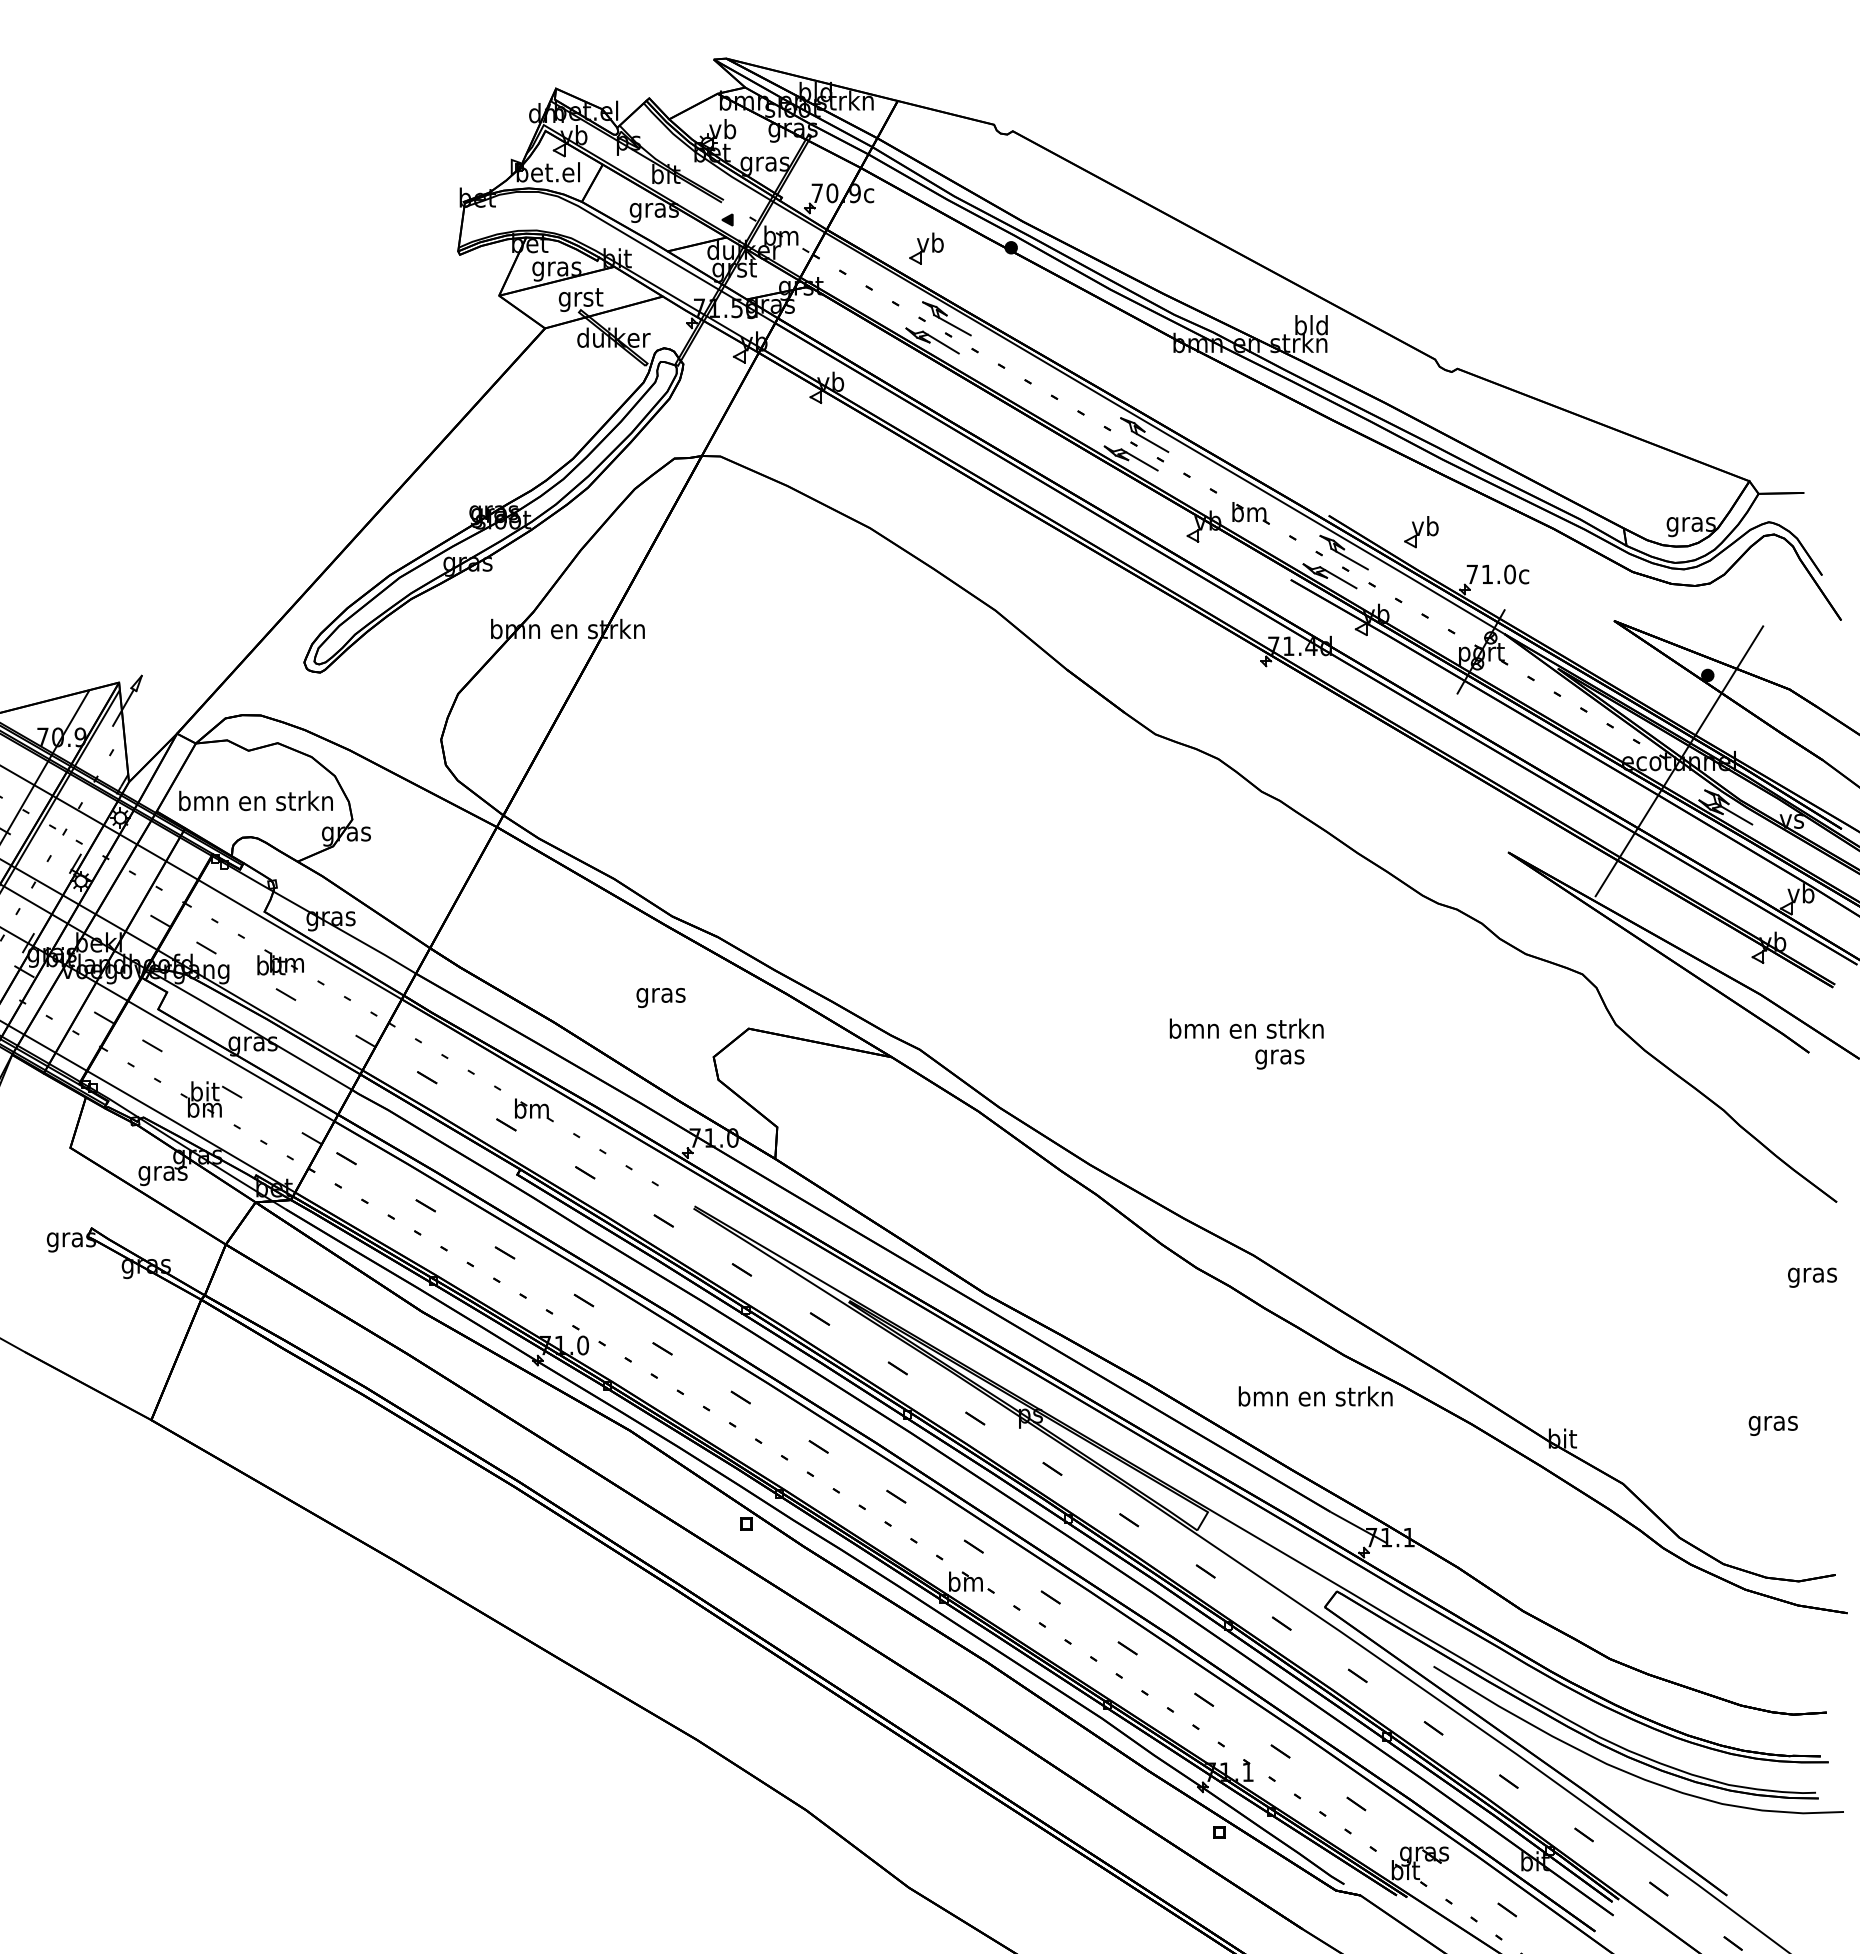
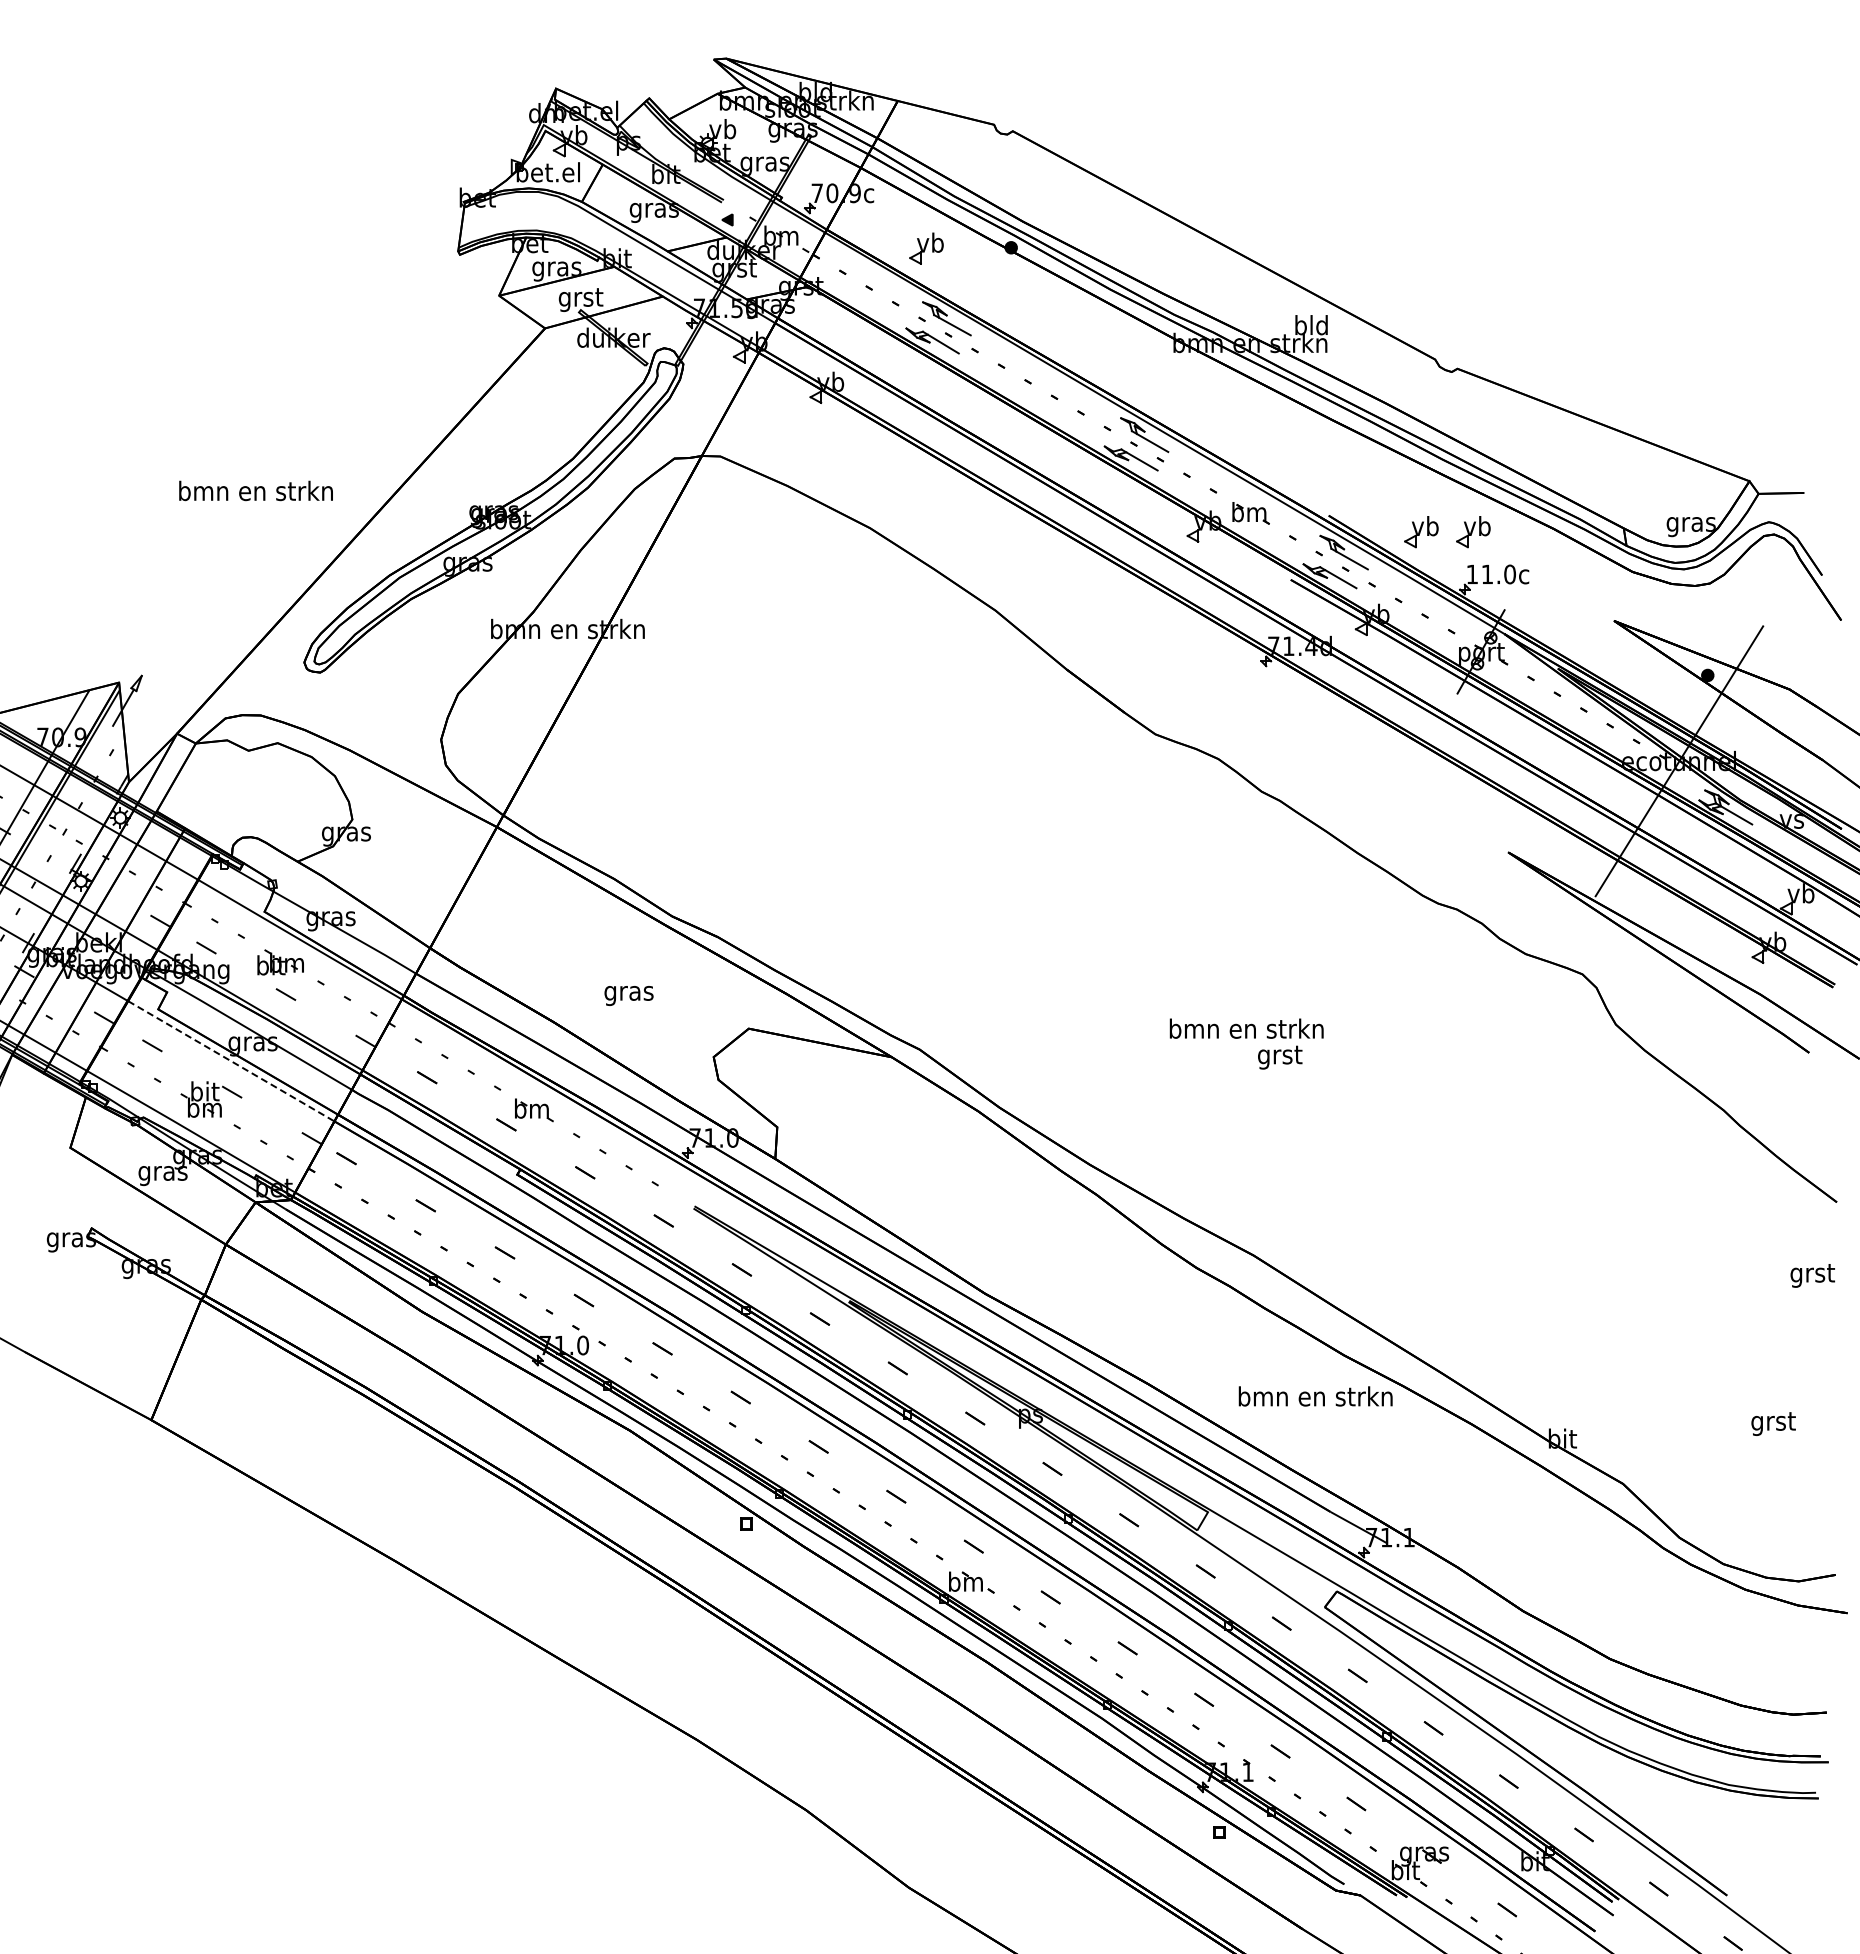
part at (1473, 532): none -> present
text at (1471, 573): 71.0c -> 11.0c
text at (255, 800) position: (255, 800) -> (255, 490)
text at (660, 997) position: (660, 997) -> (628, 995)
text at (1279, 1057): gras -> grst
line at (231, 1061): solid -> dashed
text at (1812, 1275): gras -> grst
text at (1772, 1423): gras -> grst
curve at (1625, 1770): present -> none
